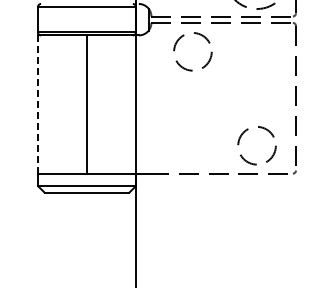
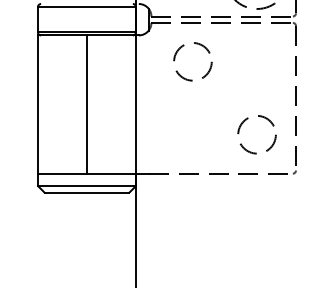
circle at (192, 51) position: (192, 51) -> (192, 61)
line at (38, 104): dashed -> solid
circle at (256, 145) position: (256, 145) -> (256, 134)
